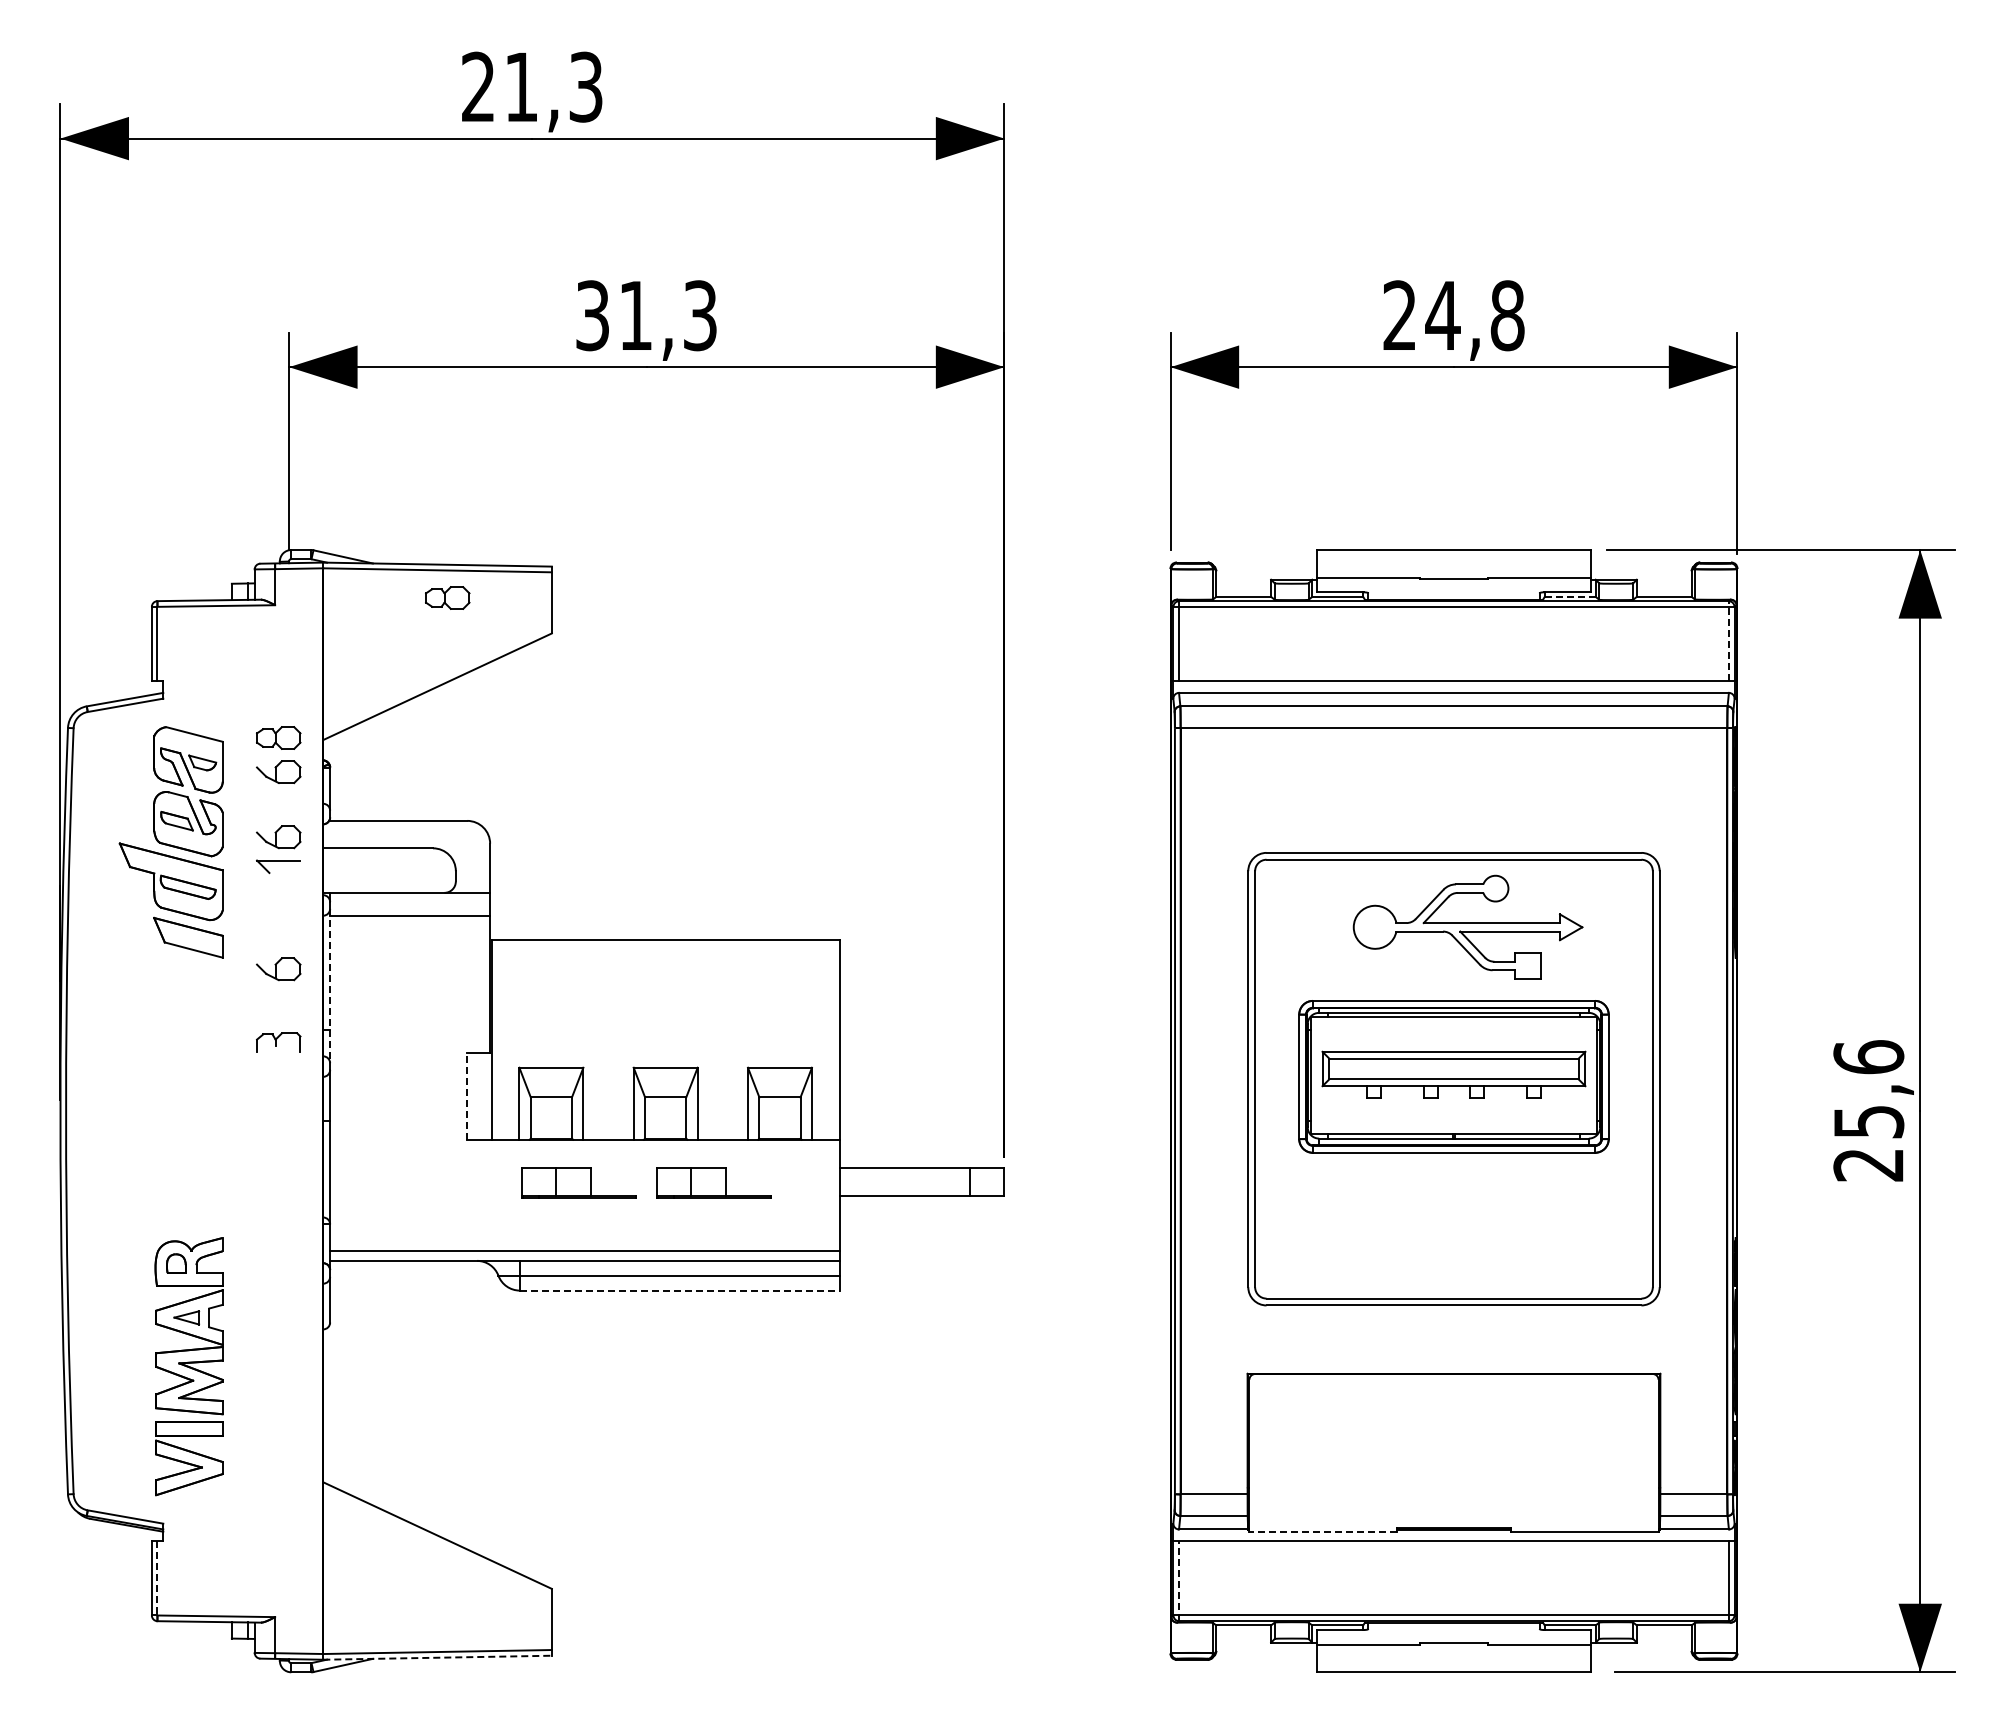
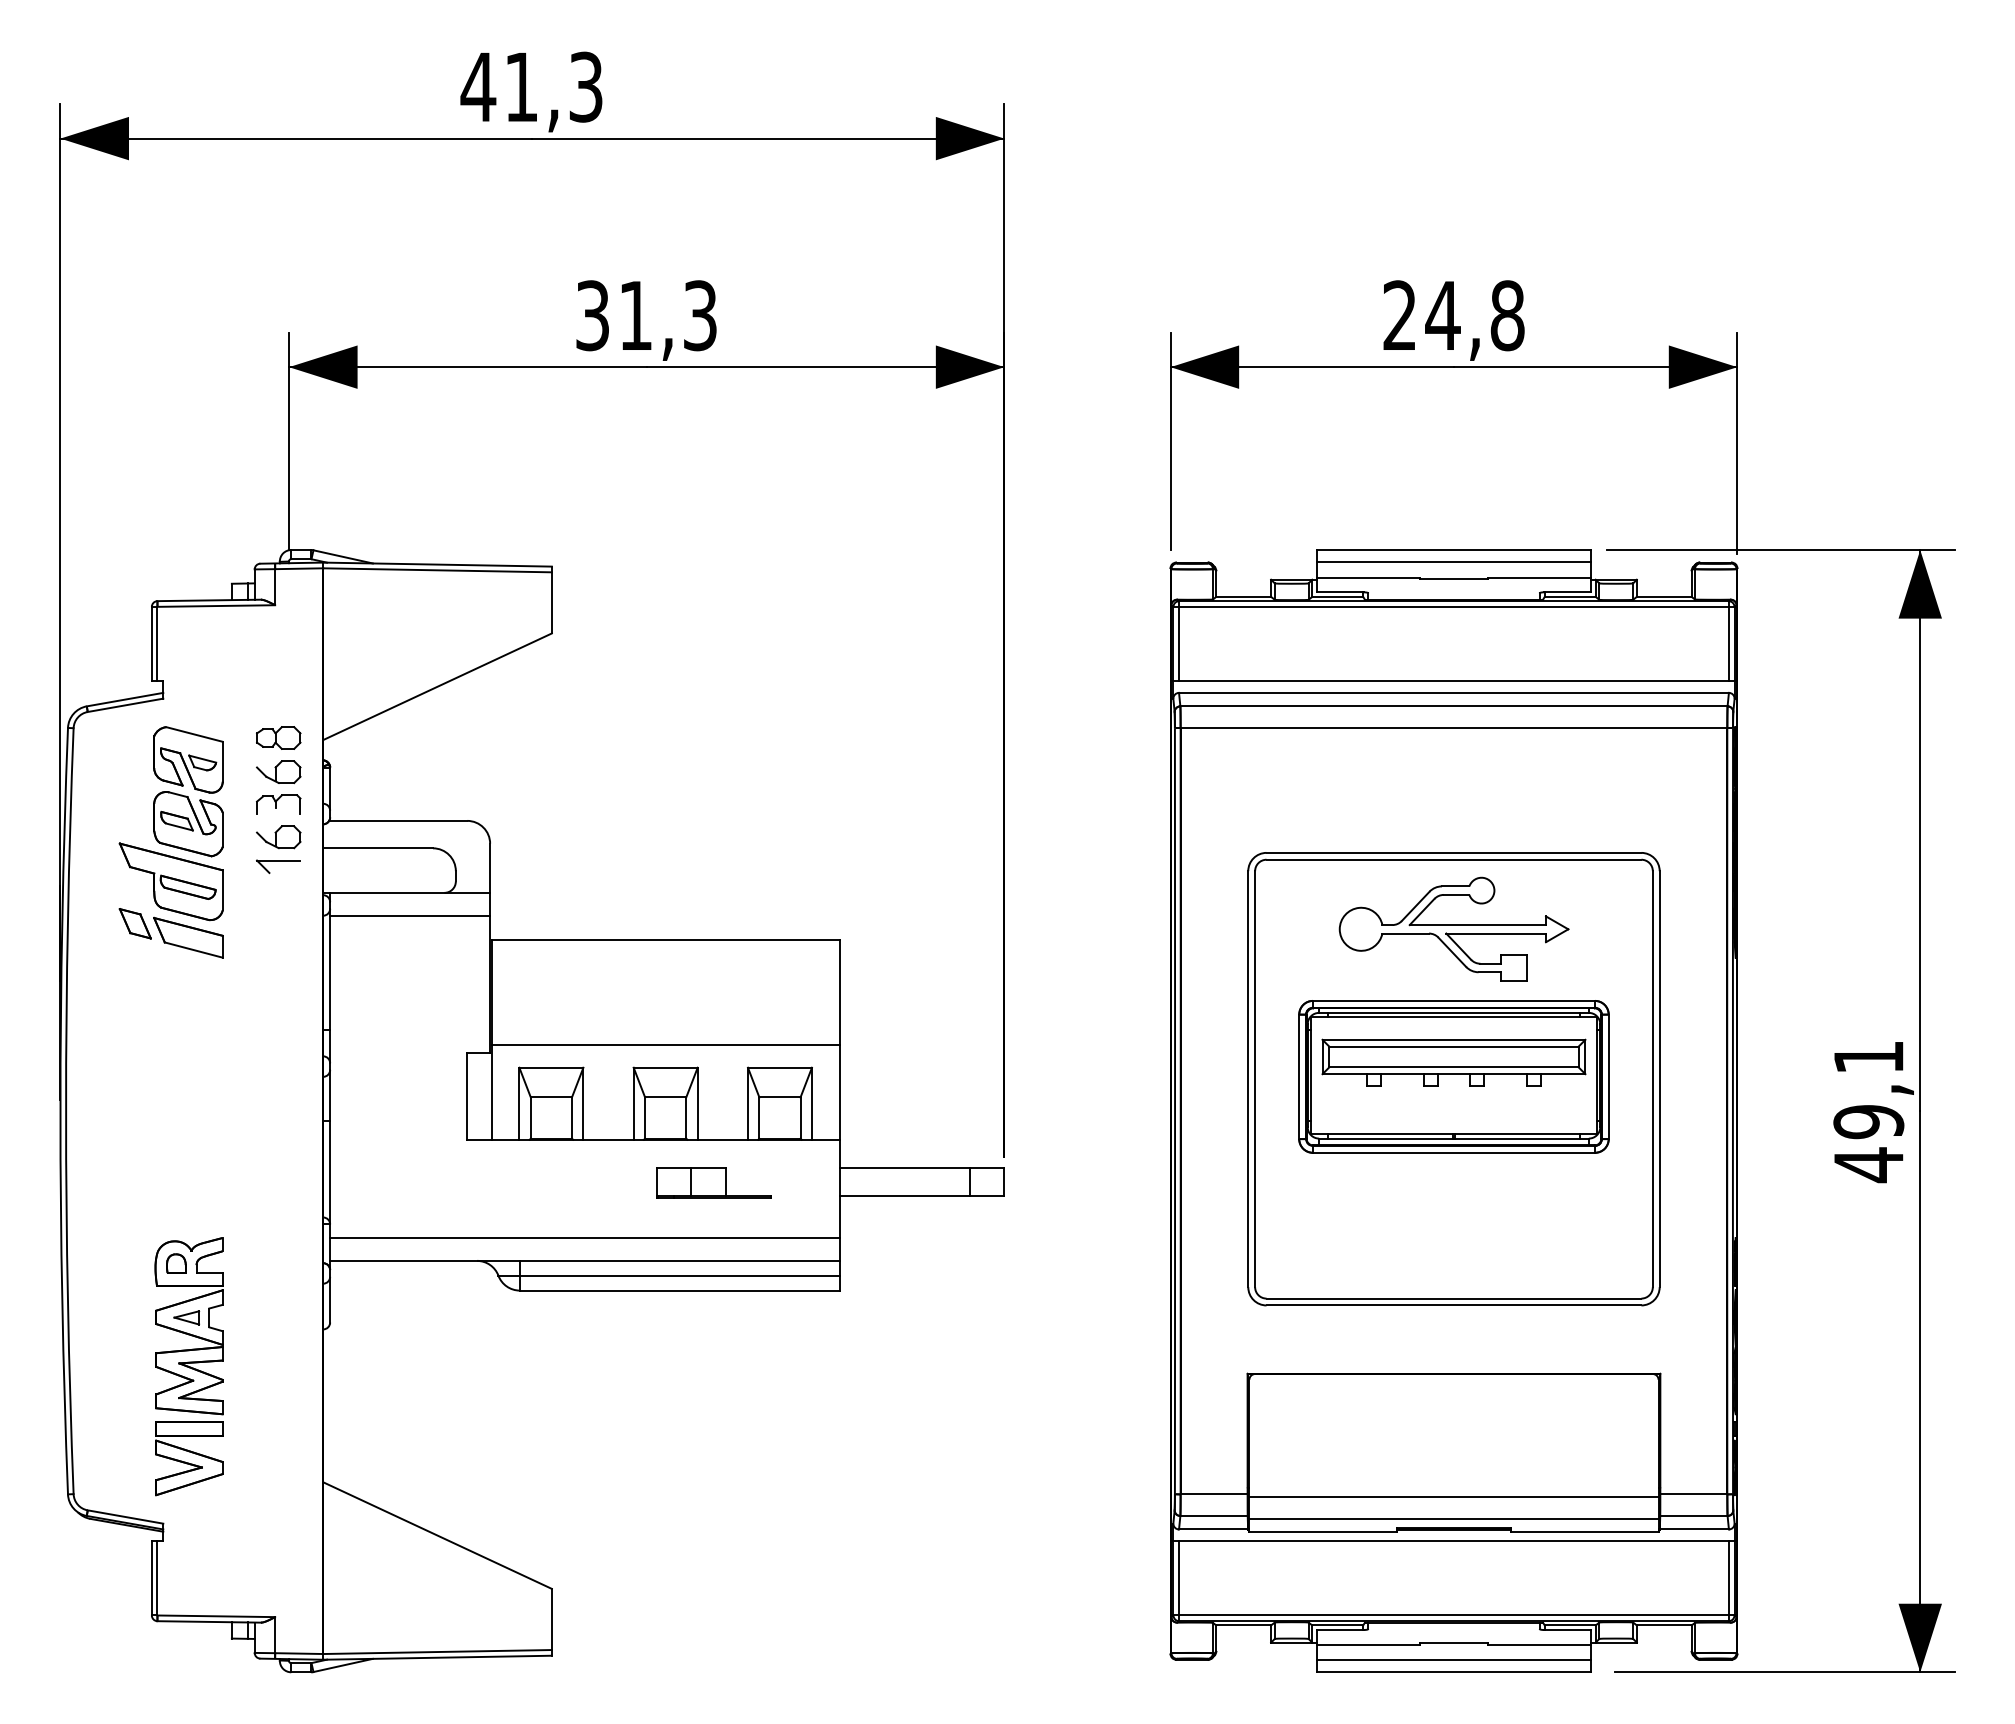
text at (478, 86): 21,3 -> 41,3
line at (1453, 561): none -> present
line at (1570, 596): dashed -> solid
part at (447, 597): present -> none
line at (1728, 640): dashed -> solid
part at (134, 923): none -> present
part at (1467, 926) position: (1467, 926) -> (1453, 928)
part at (278, 969): present -> none
line at (330, 986): dashed -> solid
part at (278, 1042) position: (278, 1042) -> (278, 804)
line at (665, 1044): none -> present
part at (1453, 1074) position: (1453, 1074) -> (1453, 1062)
line at (467, 1095): dashed -> solid
text at (1868, 1111): 25,6 -> 49,1
part at (578, 1182): present -> none
line at (584, 1251) position: (584, 1251) -> (584, 1238)
line at (679, 1290): dashed -> solid
line at (1453, 1497): none -> present
line at (1453, 1518): none -> present
line at (1323, 1531): dashed -> solid
line at (157, 1578): dashed -> solid
line at (1179, 1580): dashed -> solid
line at (438, 1657): dashed -> solid
line at (1453, 1660): none -> present
